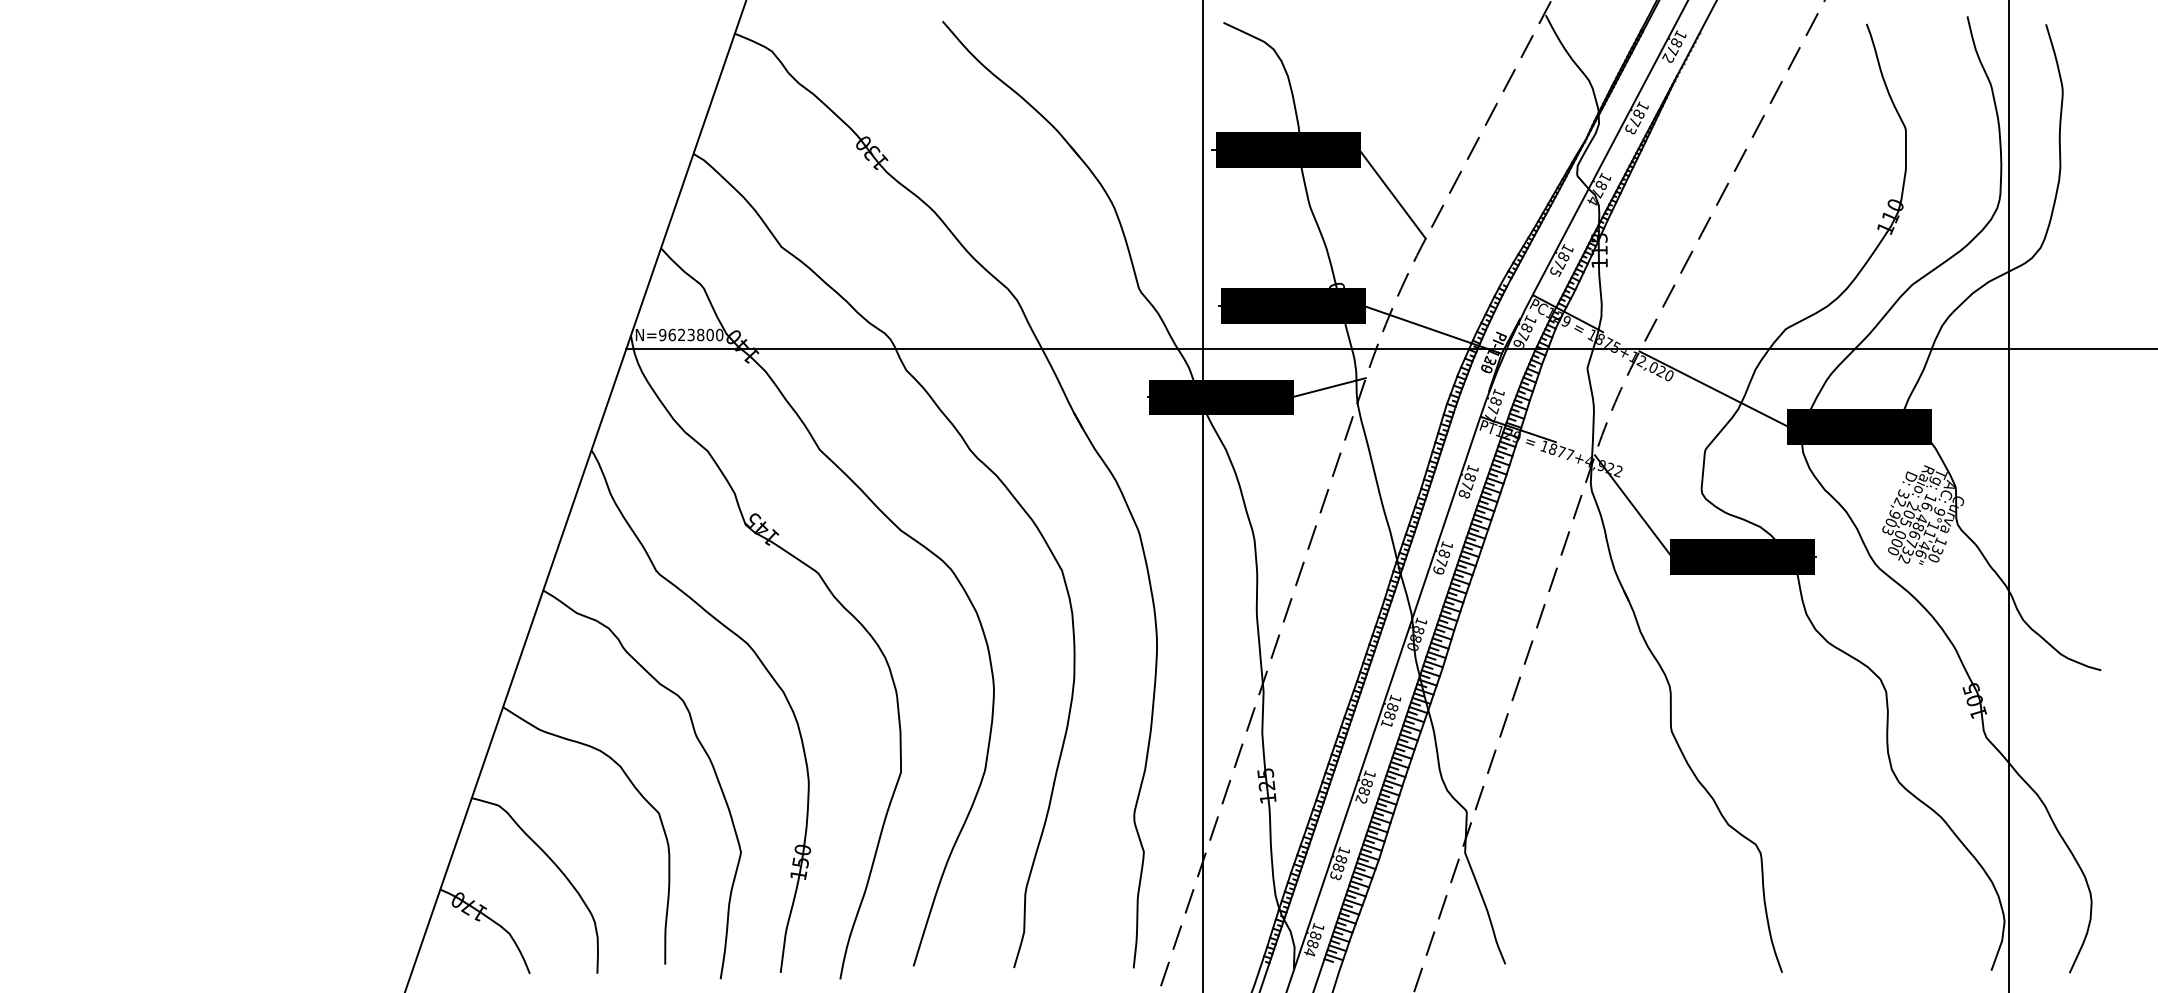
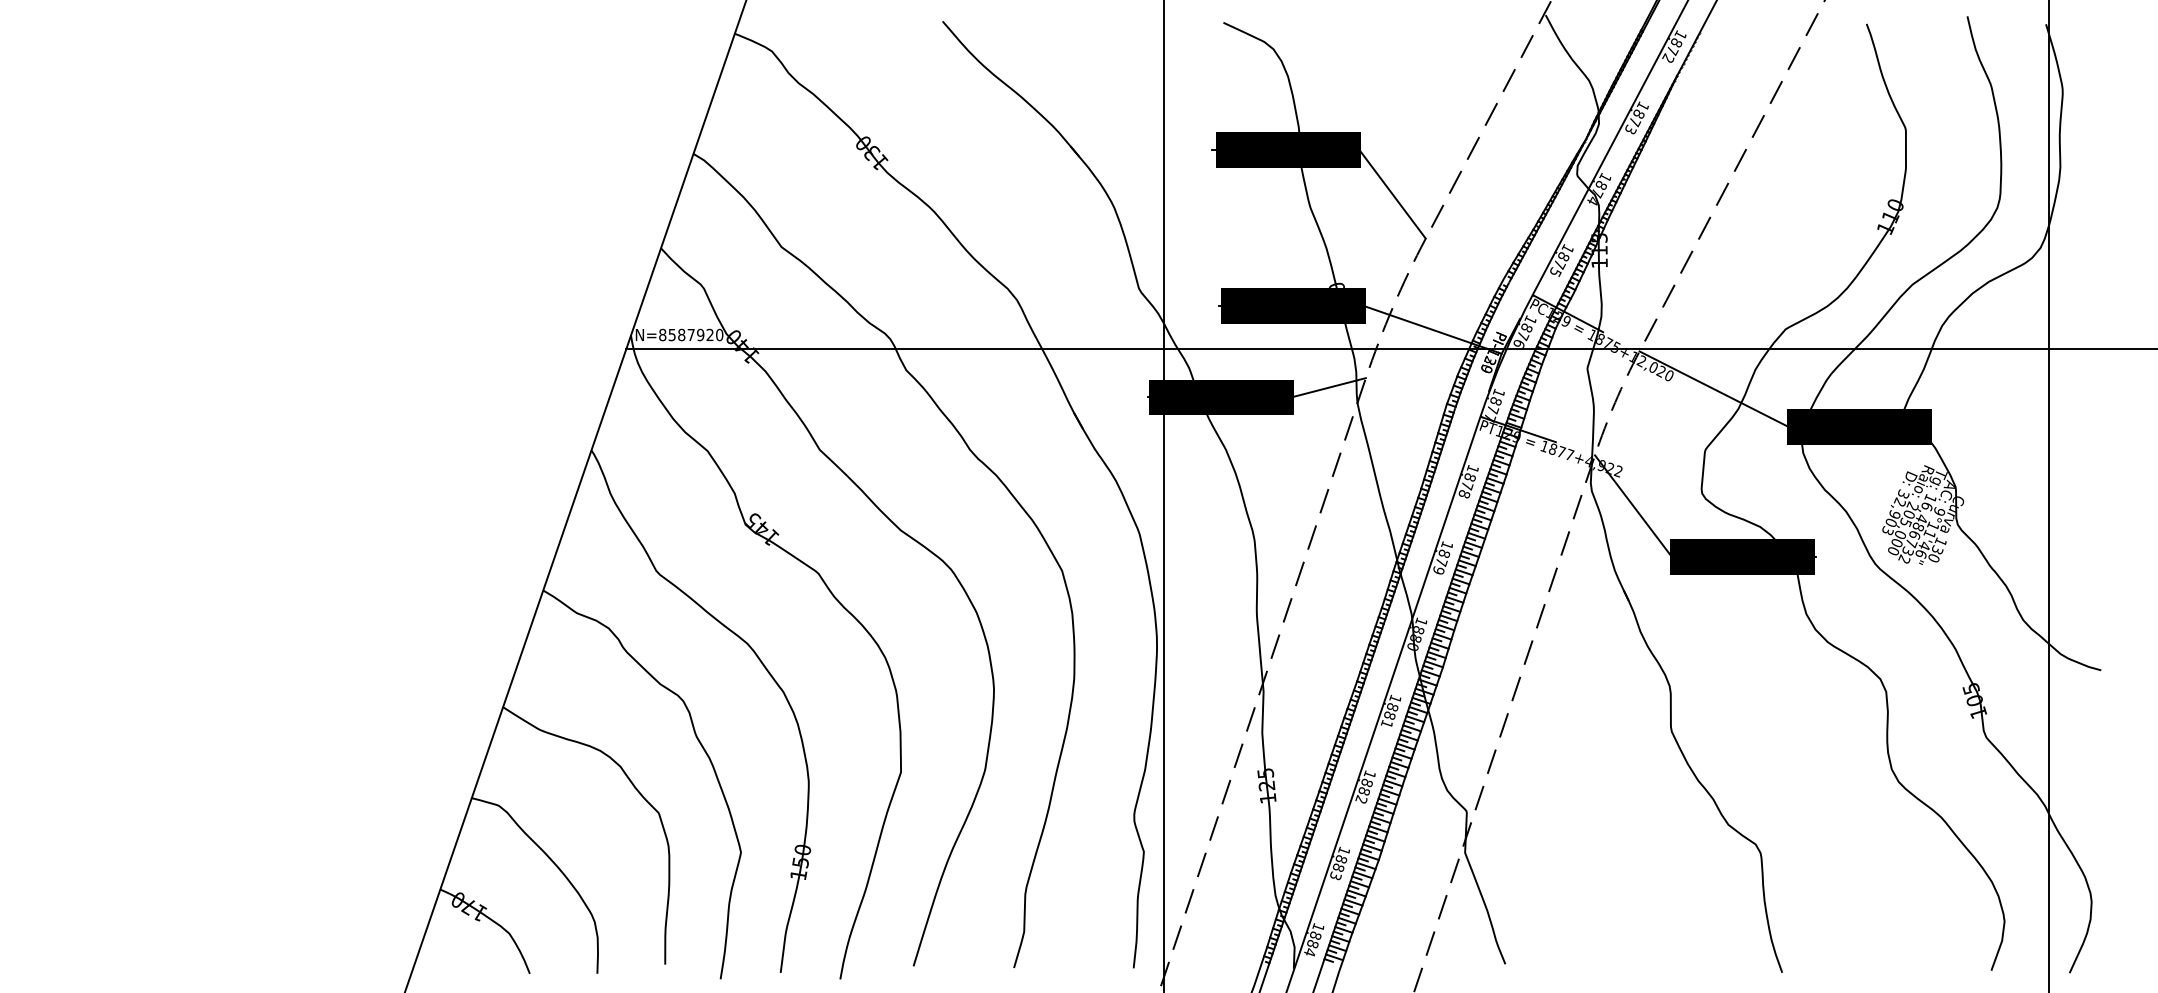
text at (686, 334): N=9623800 -> N=8587920
line at (1203, 495) position: (1203, 495) -> (1164, 495)
line at (2009, 495) position: (2009, 495) -> (2049, 495)
